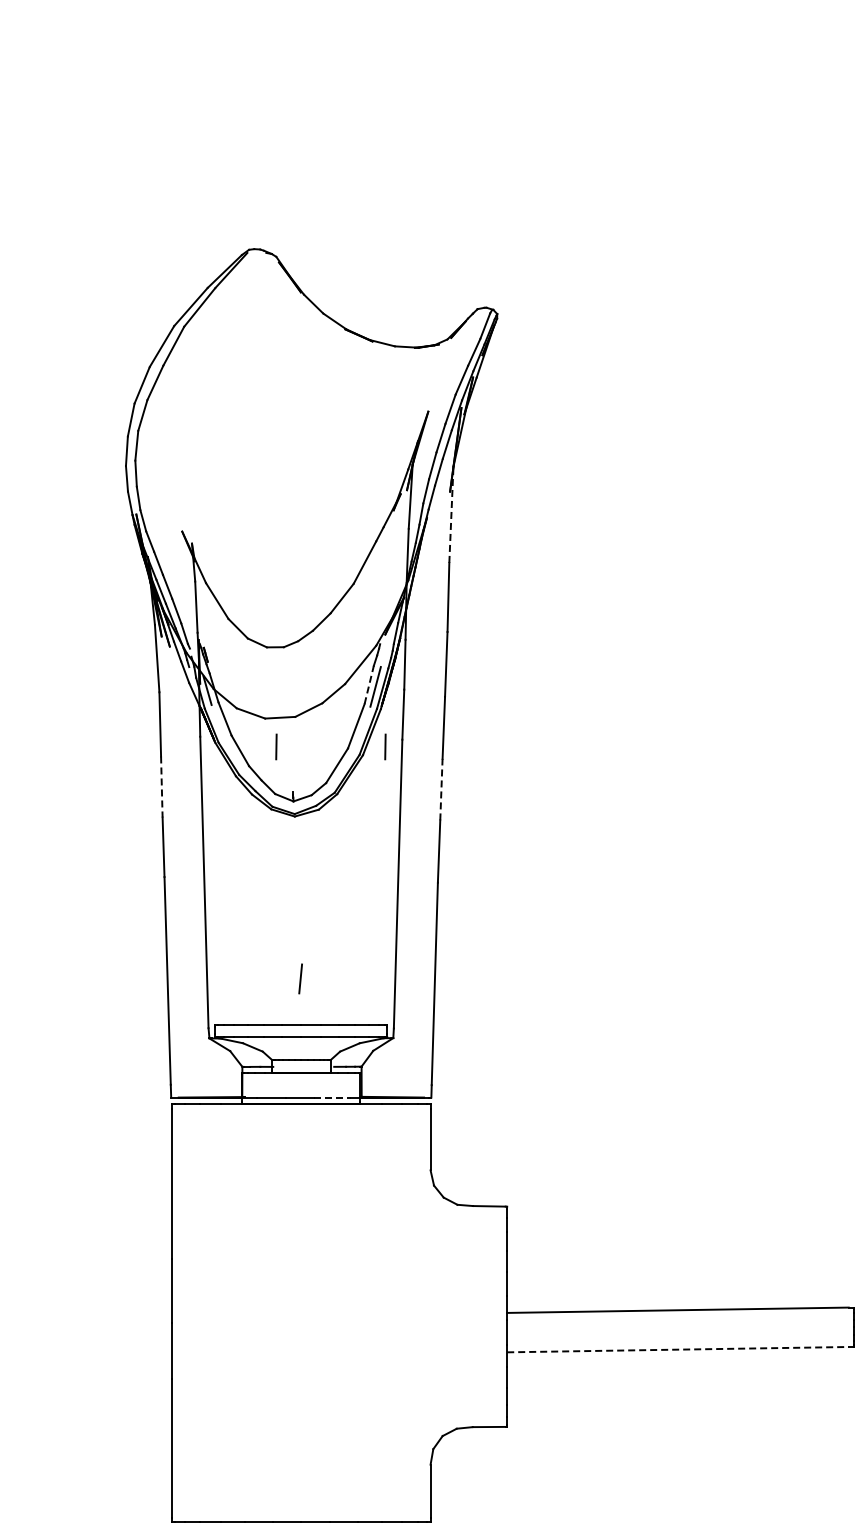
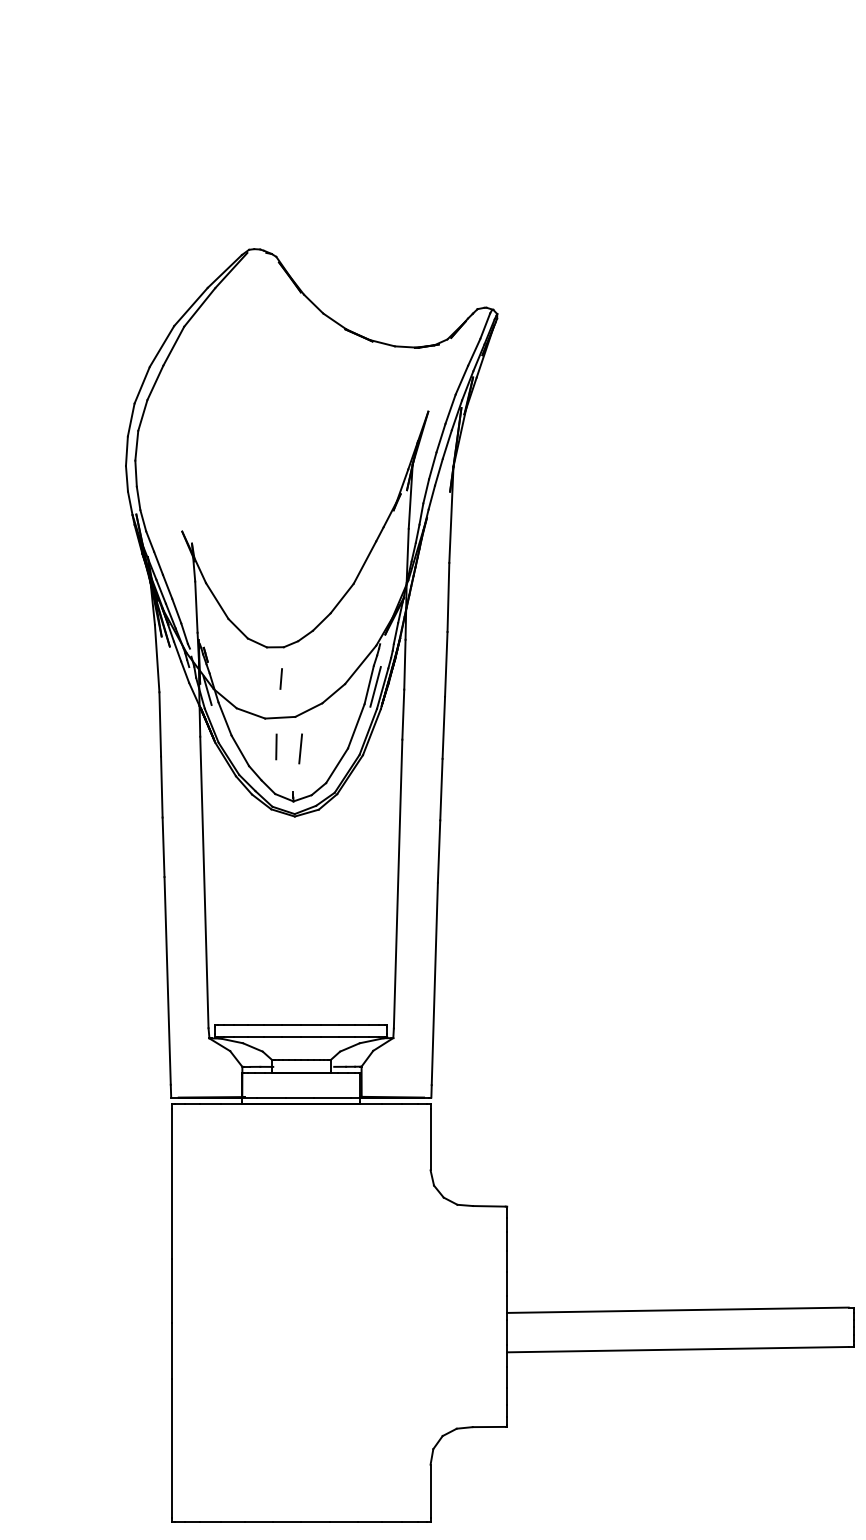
line at (451, 514): dashed -> solid
line at (280, 678): none -> present
line at (369, 684): dashed -> solid
line at (385, 746): present -> none
line at (161, 787): dashed -> solid
line at (441, 789): dashed -> solid
line at (300, 978) position: (300, 978) -> (300, 748)
line at (333, 1097): dashed -> solid
line at (677, 1349): dashed -> solid
